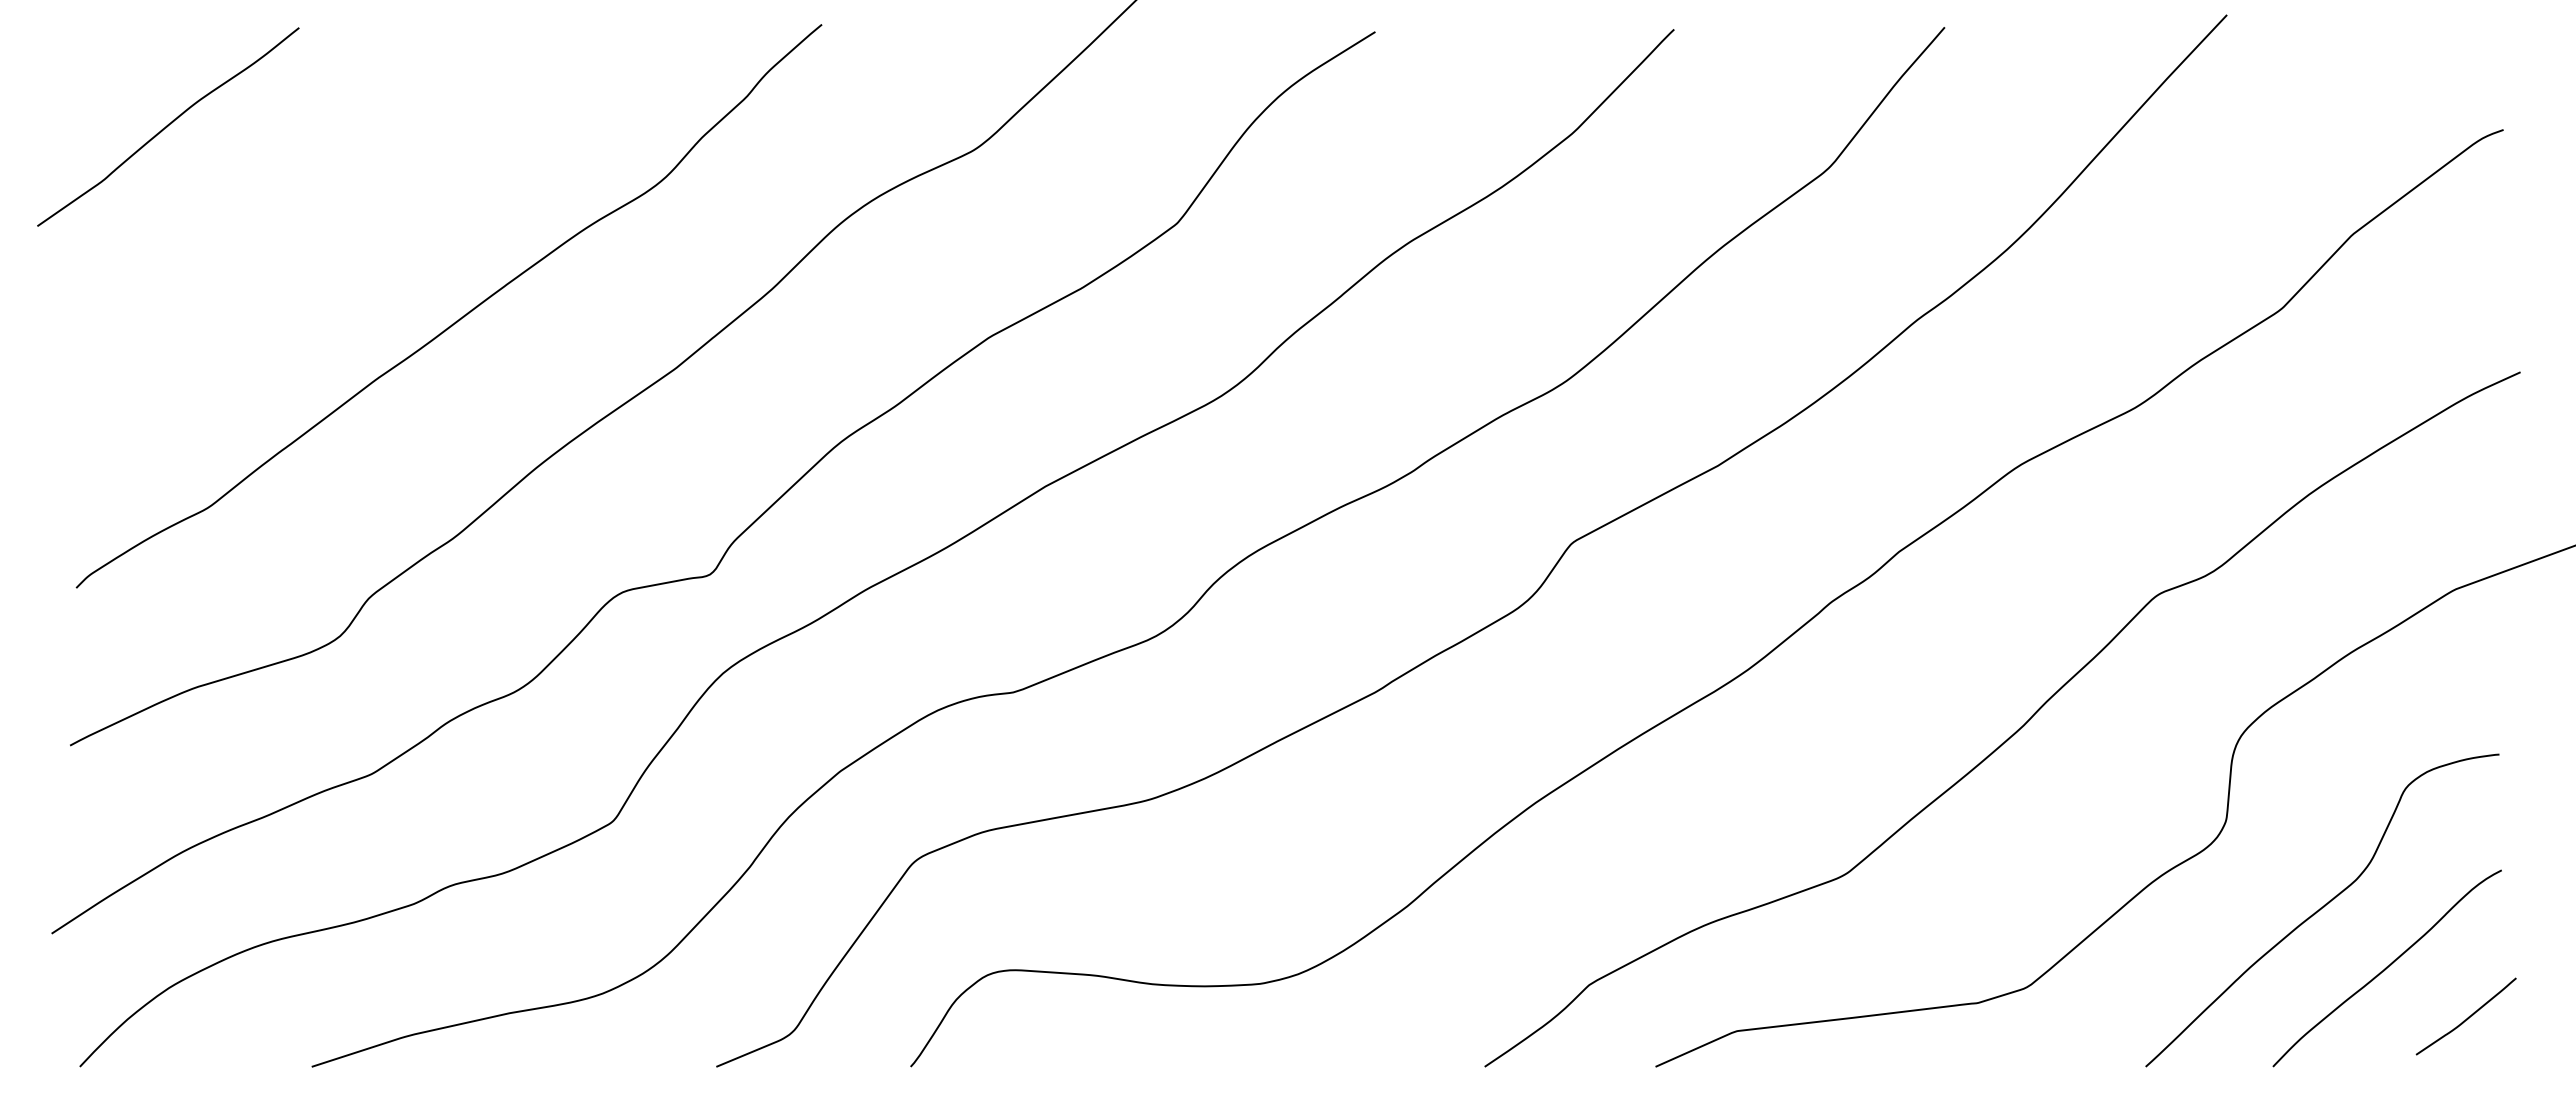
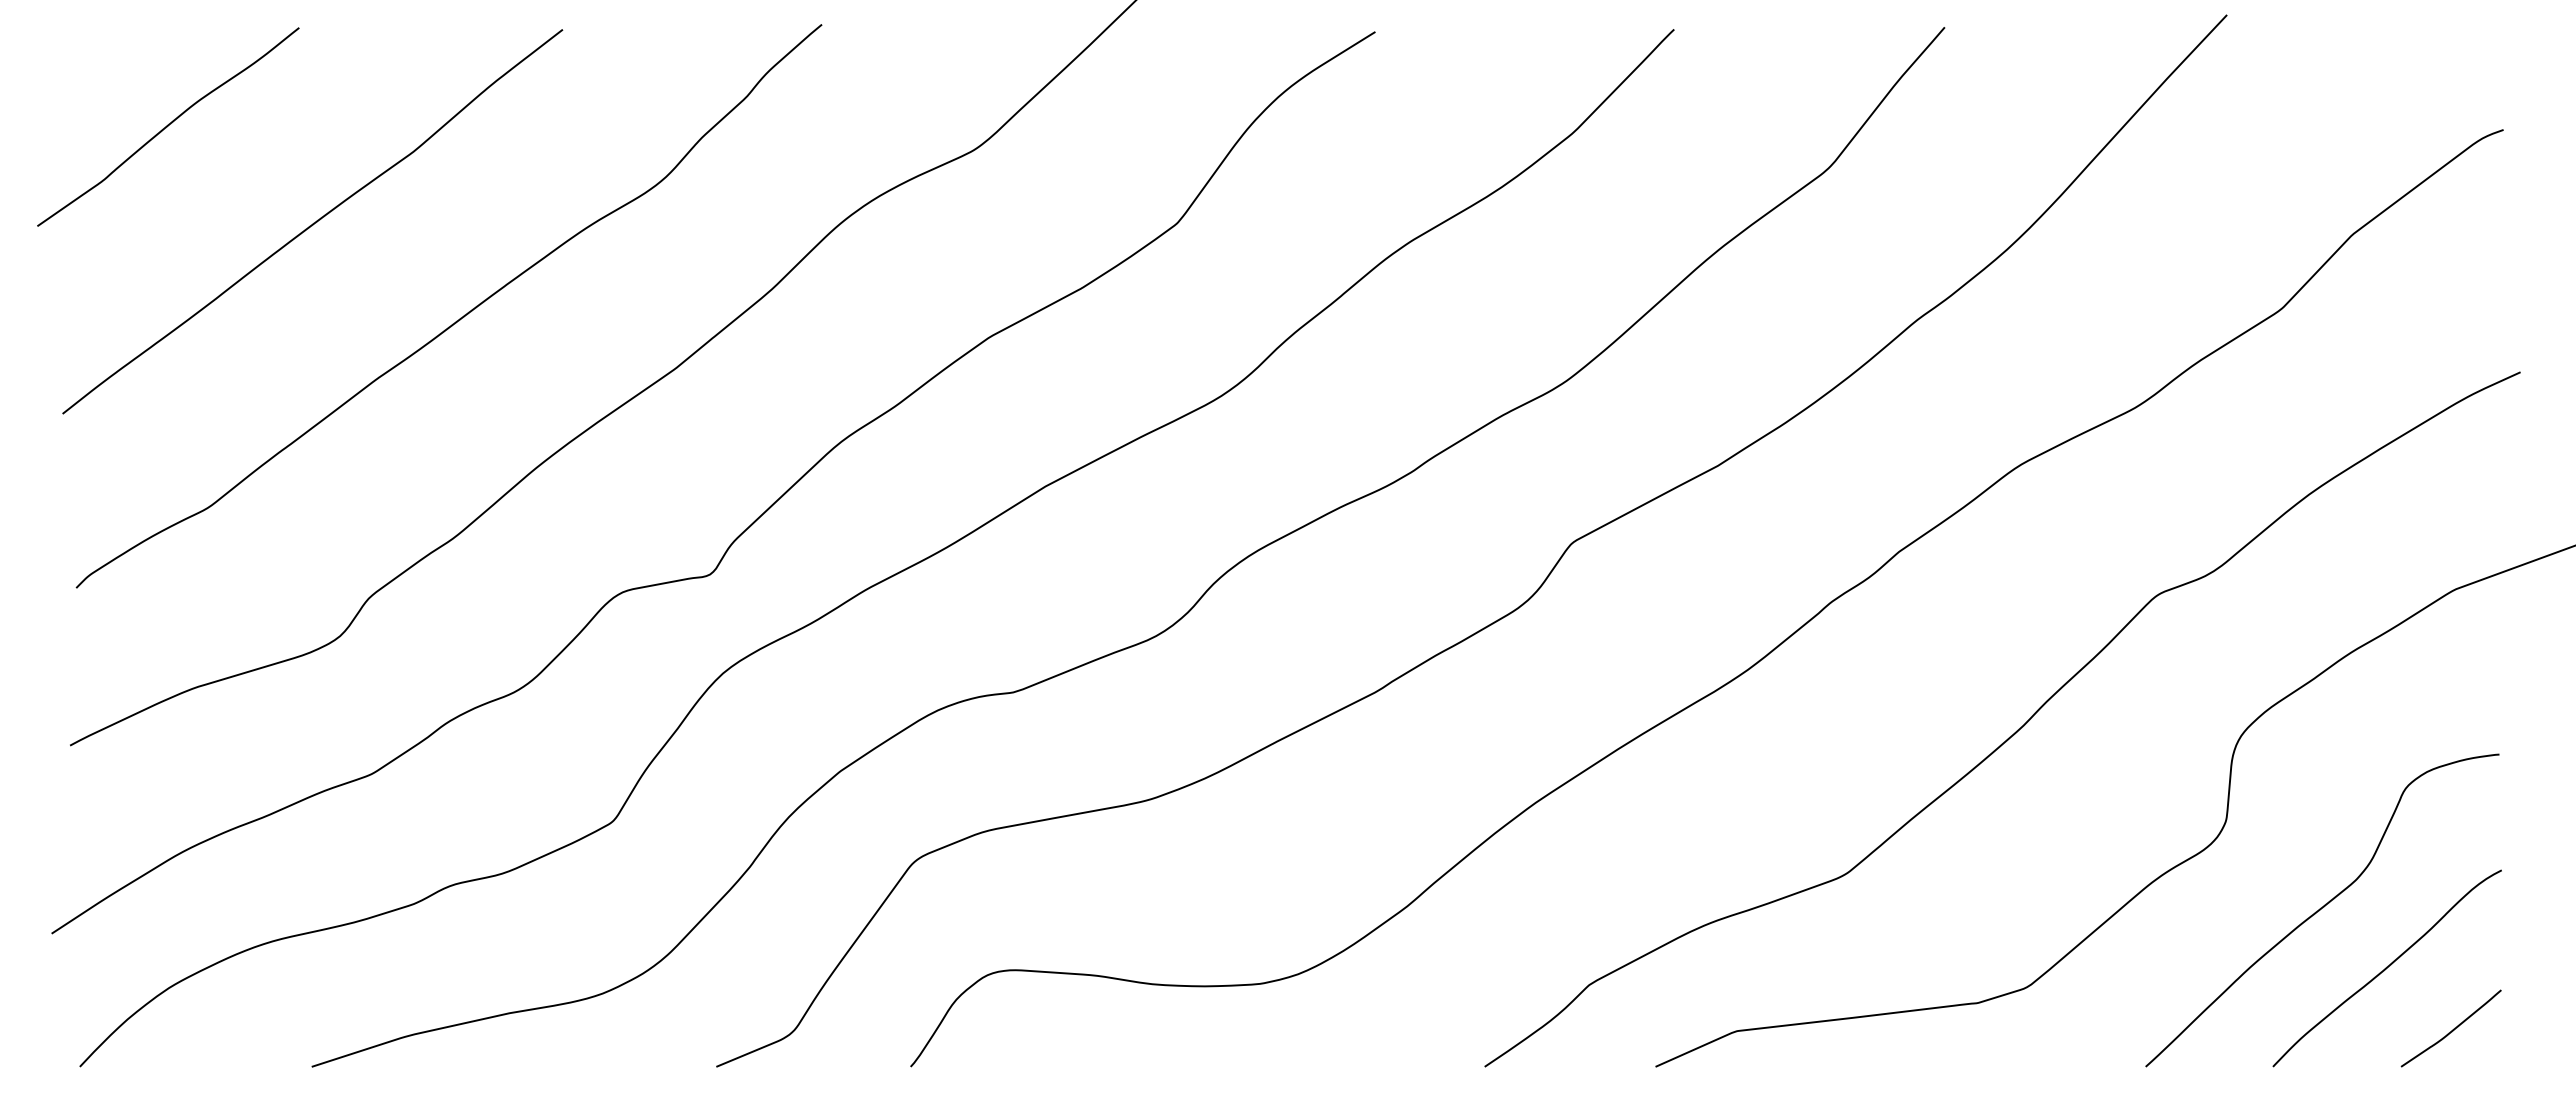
curve at (313, 222): none -> present
curve at (2467, 1017) position: (2467, 1017) -> (2452, 1029)
